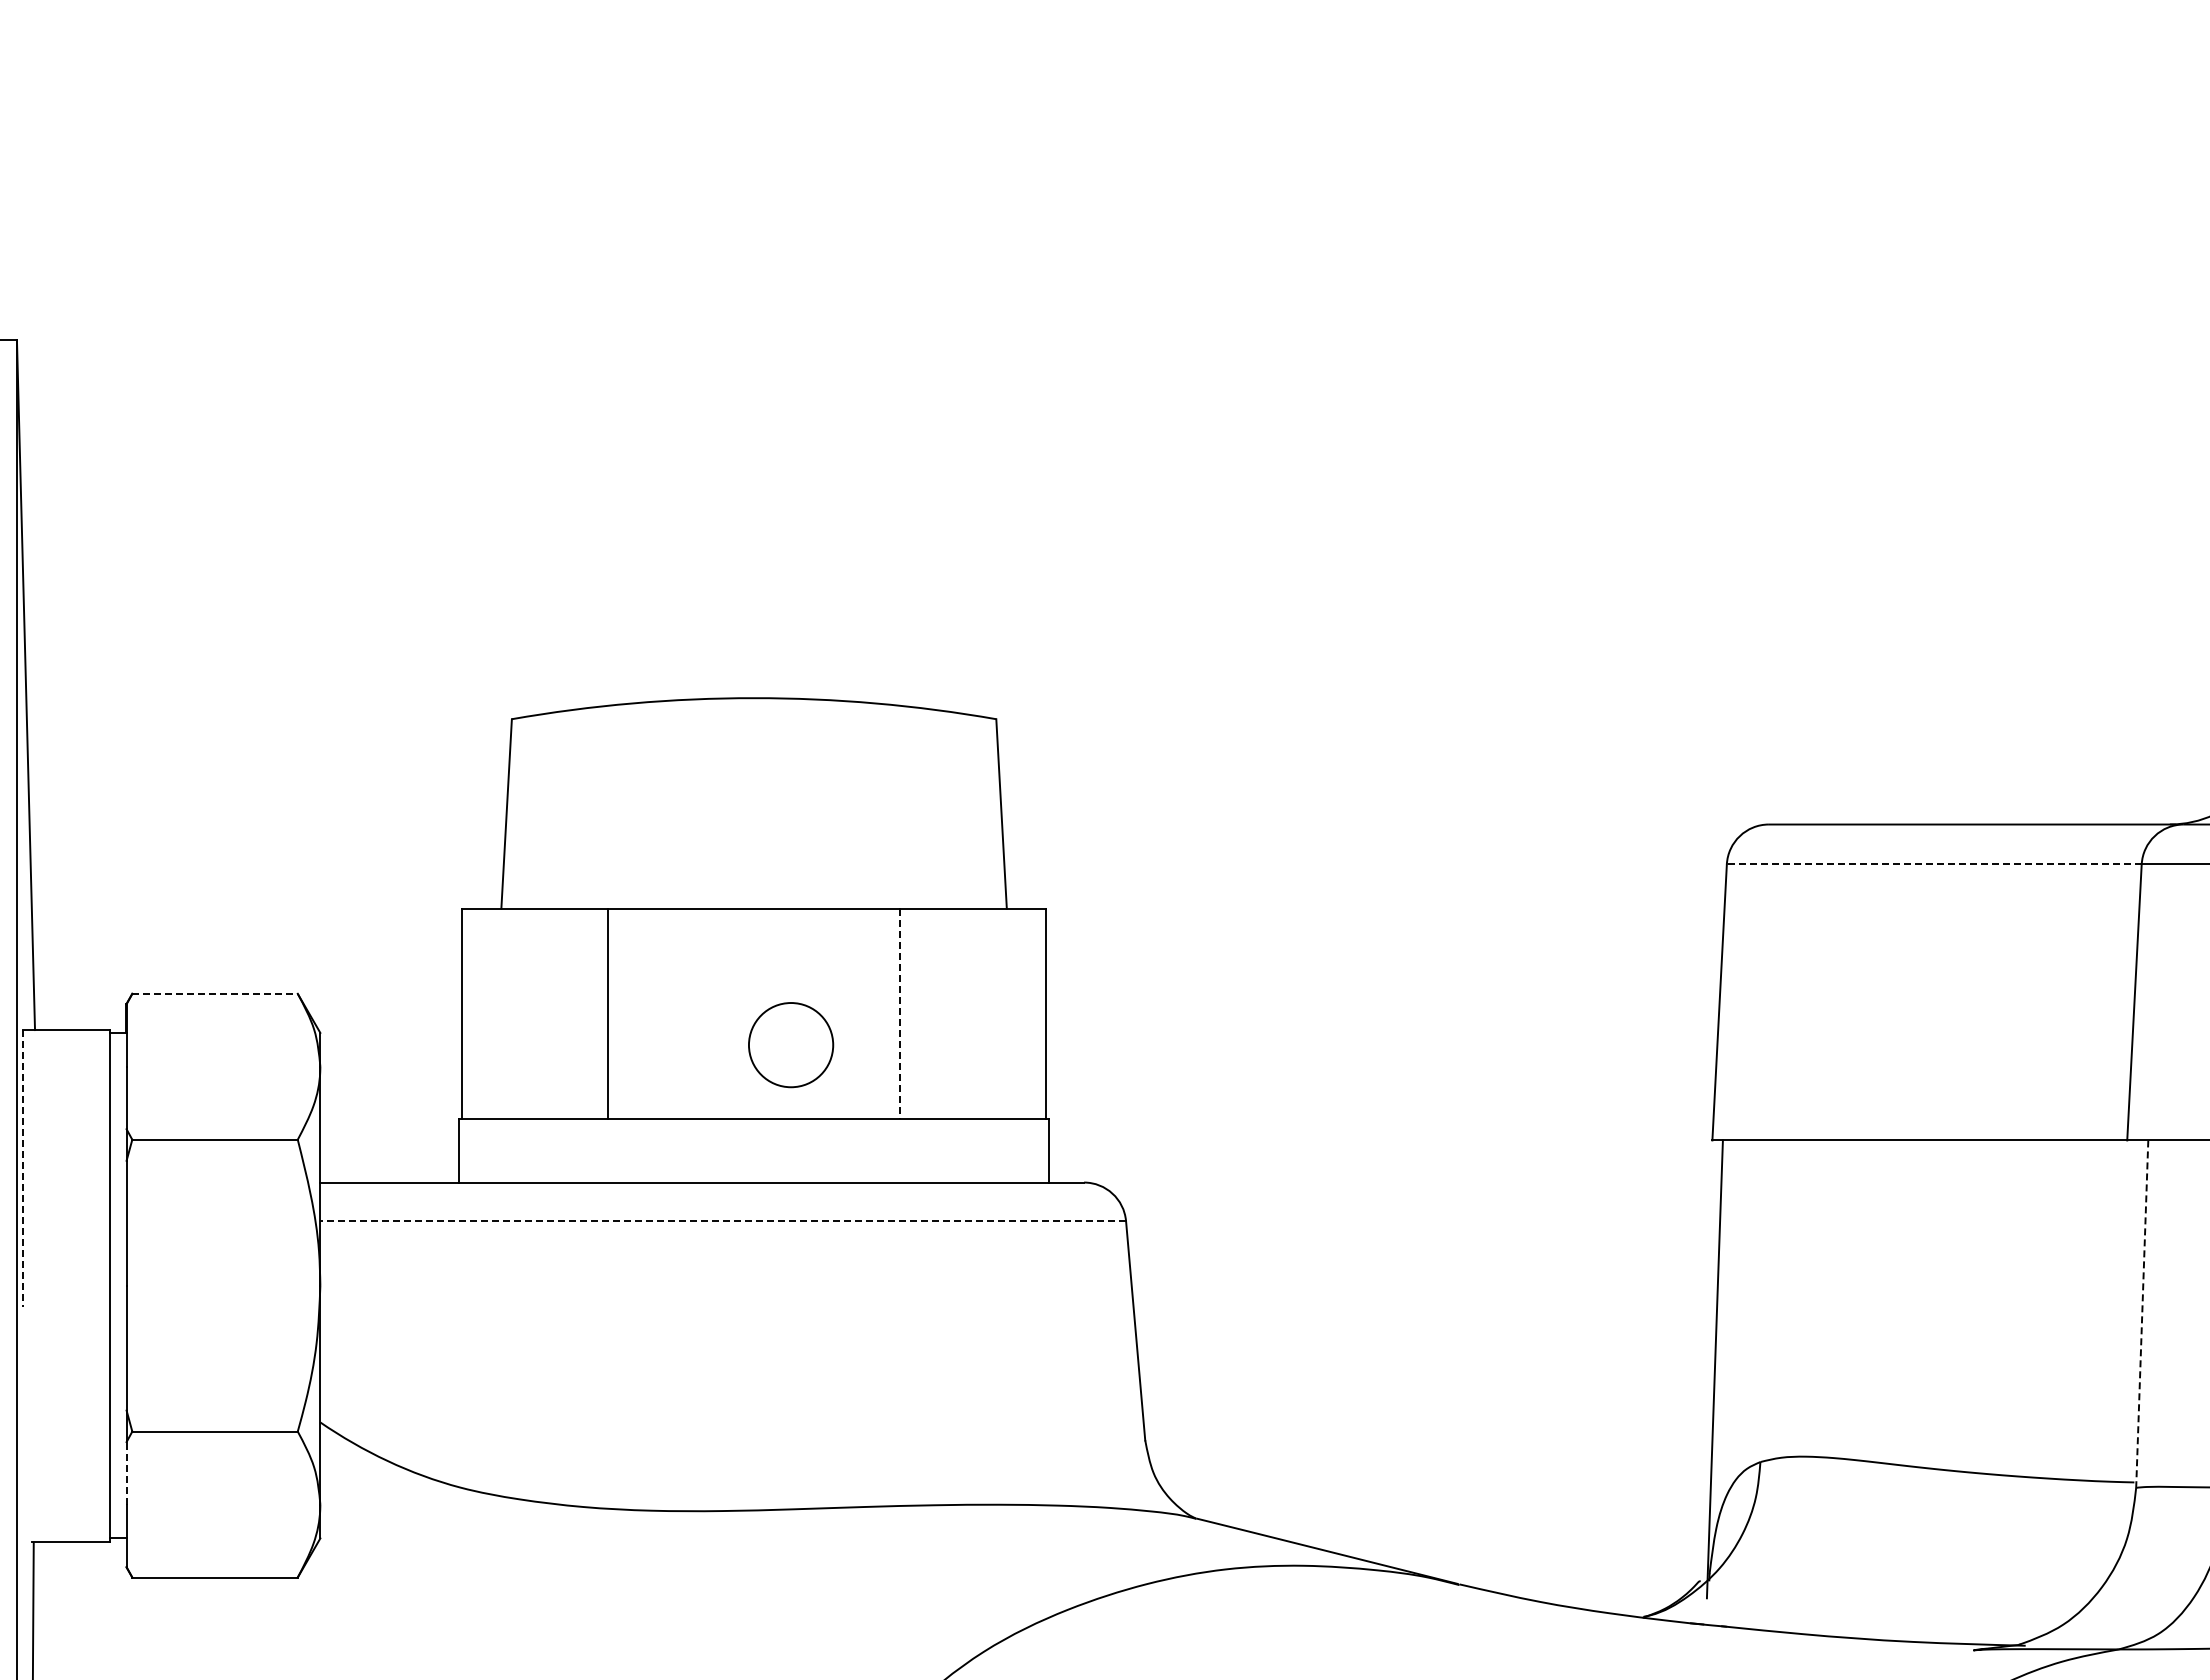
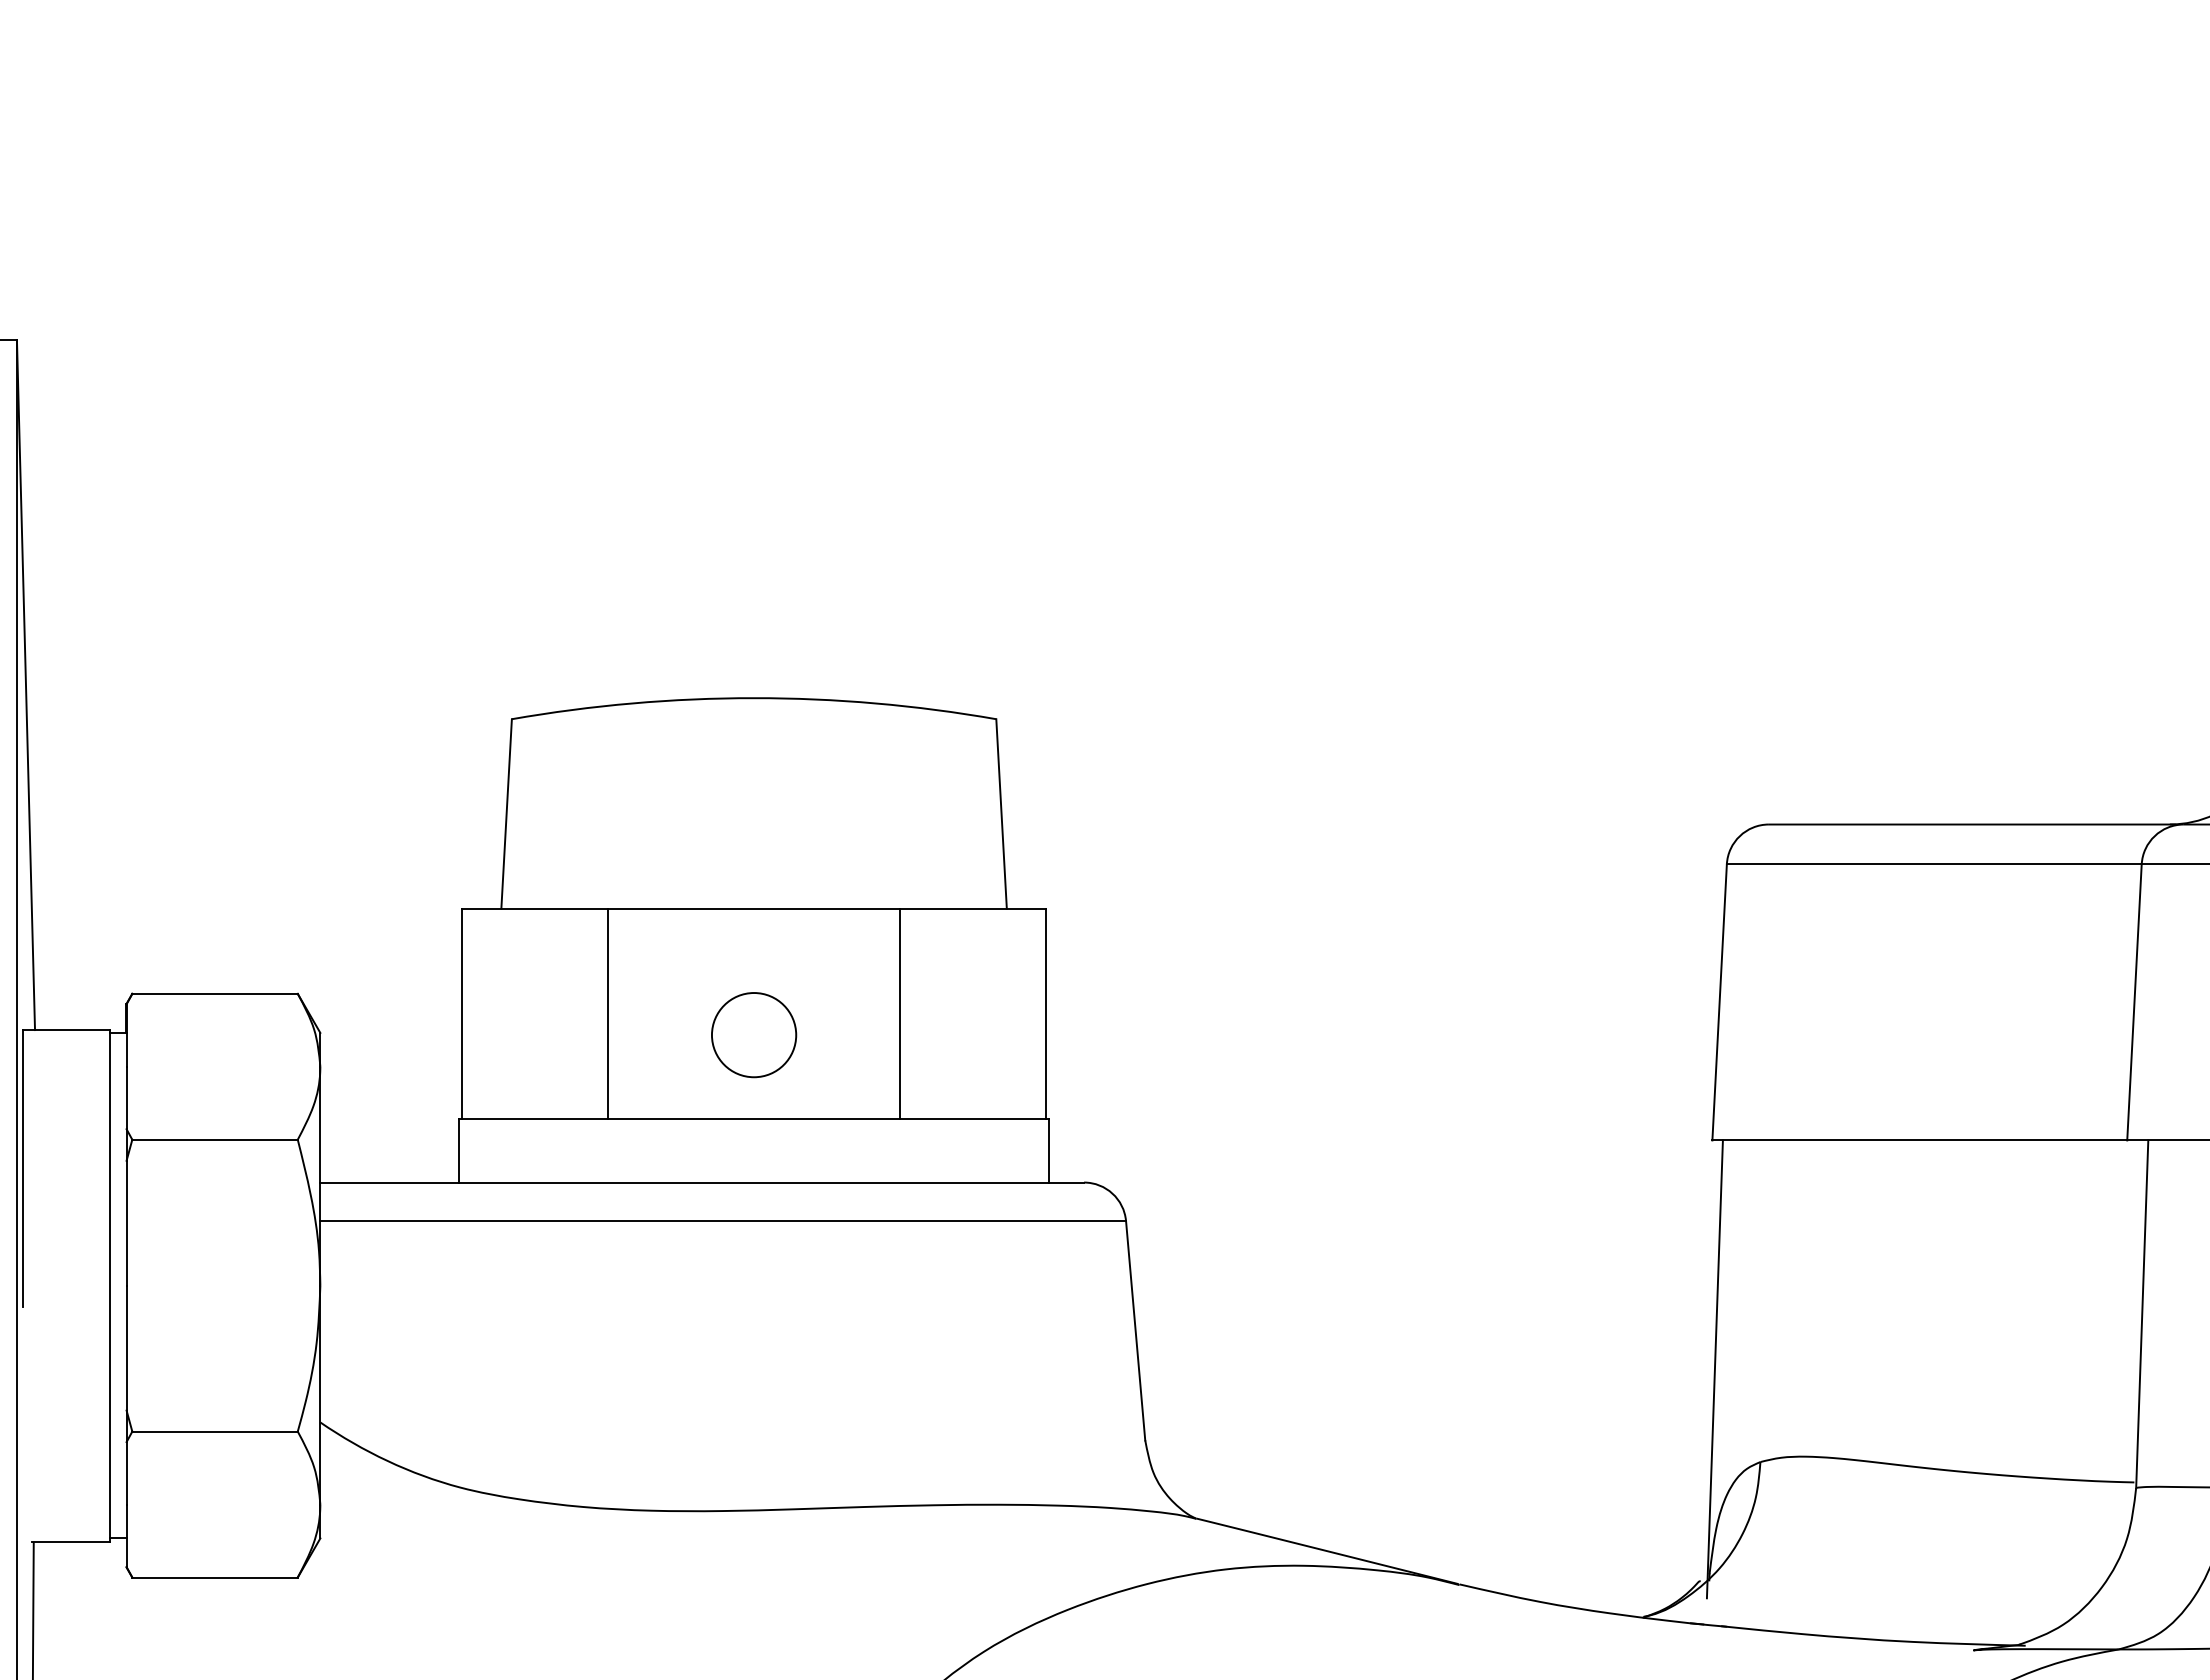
line at (1933, 864): dashed -> solid
line at (215, 993): dashed -> solid
line at (900, 1014): dashed -> solid
circle at (791, 1045) position: (791, 1045) -> (754, 1035)
line at (23, 1168): dashed -> solid
line at (723, 1221): dashed -> solid
line at (2142, 1314): dashed -> solid
line at (126, 1472): dashed -> solid
